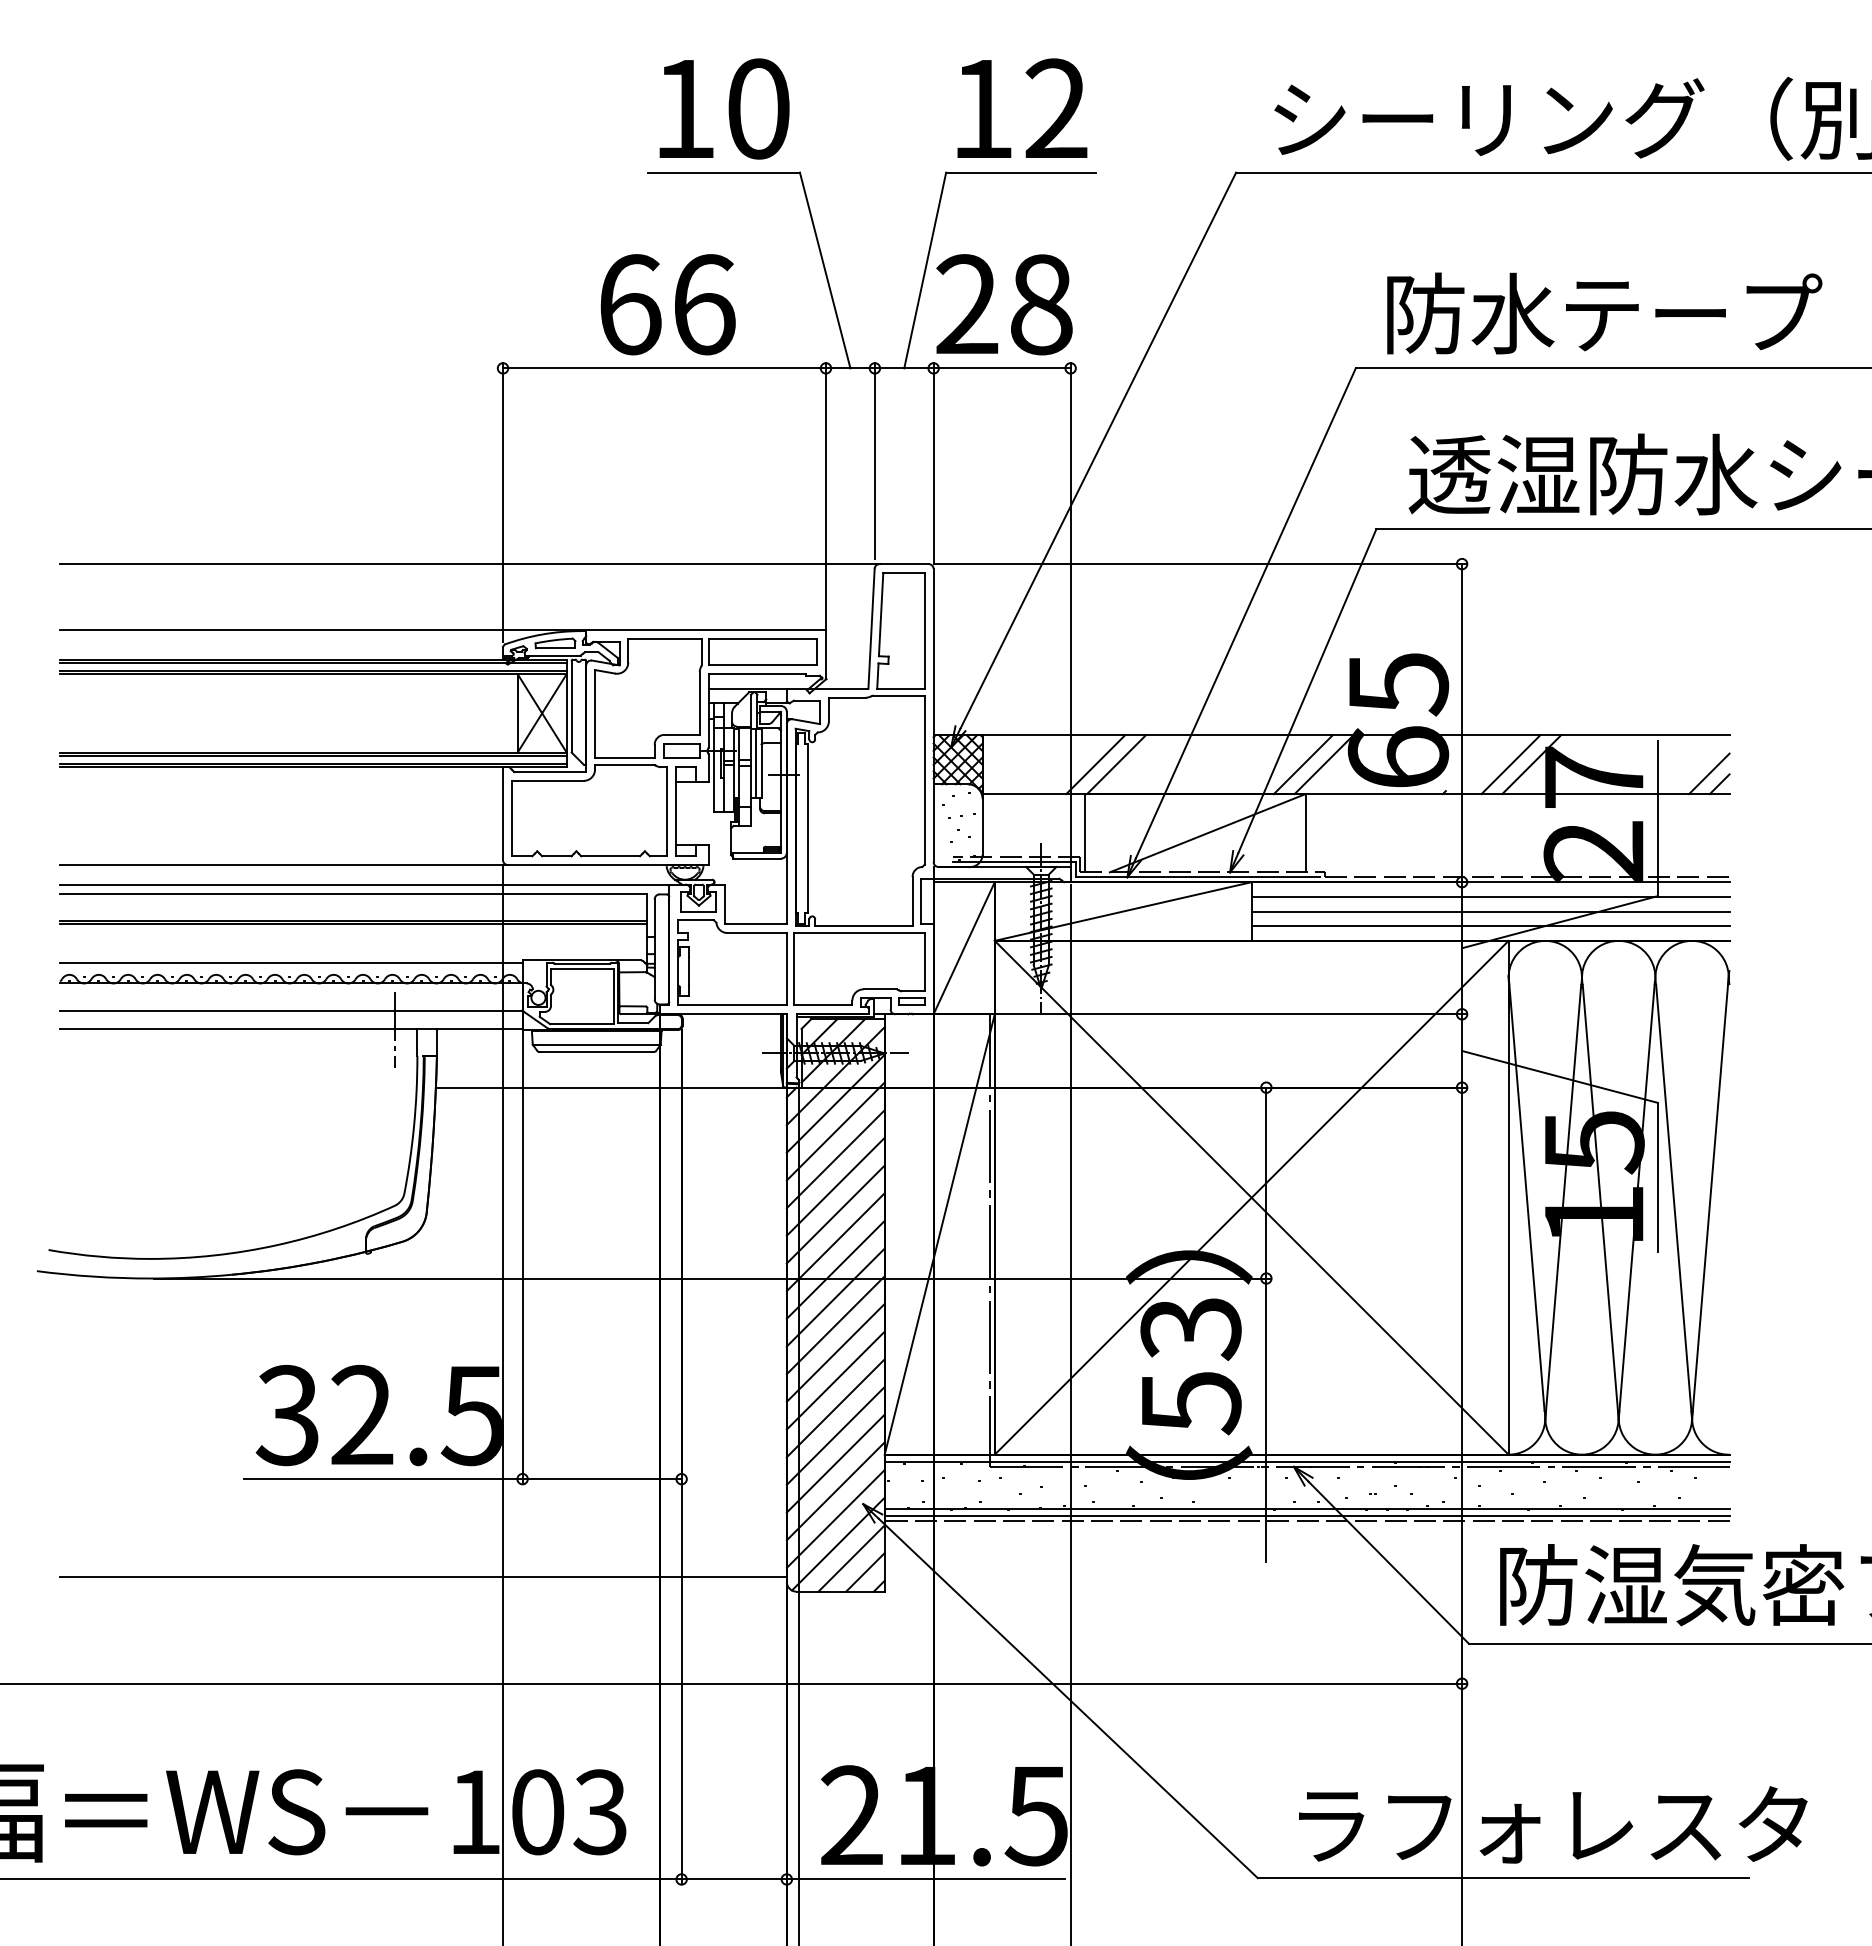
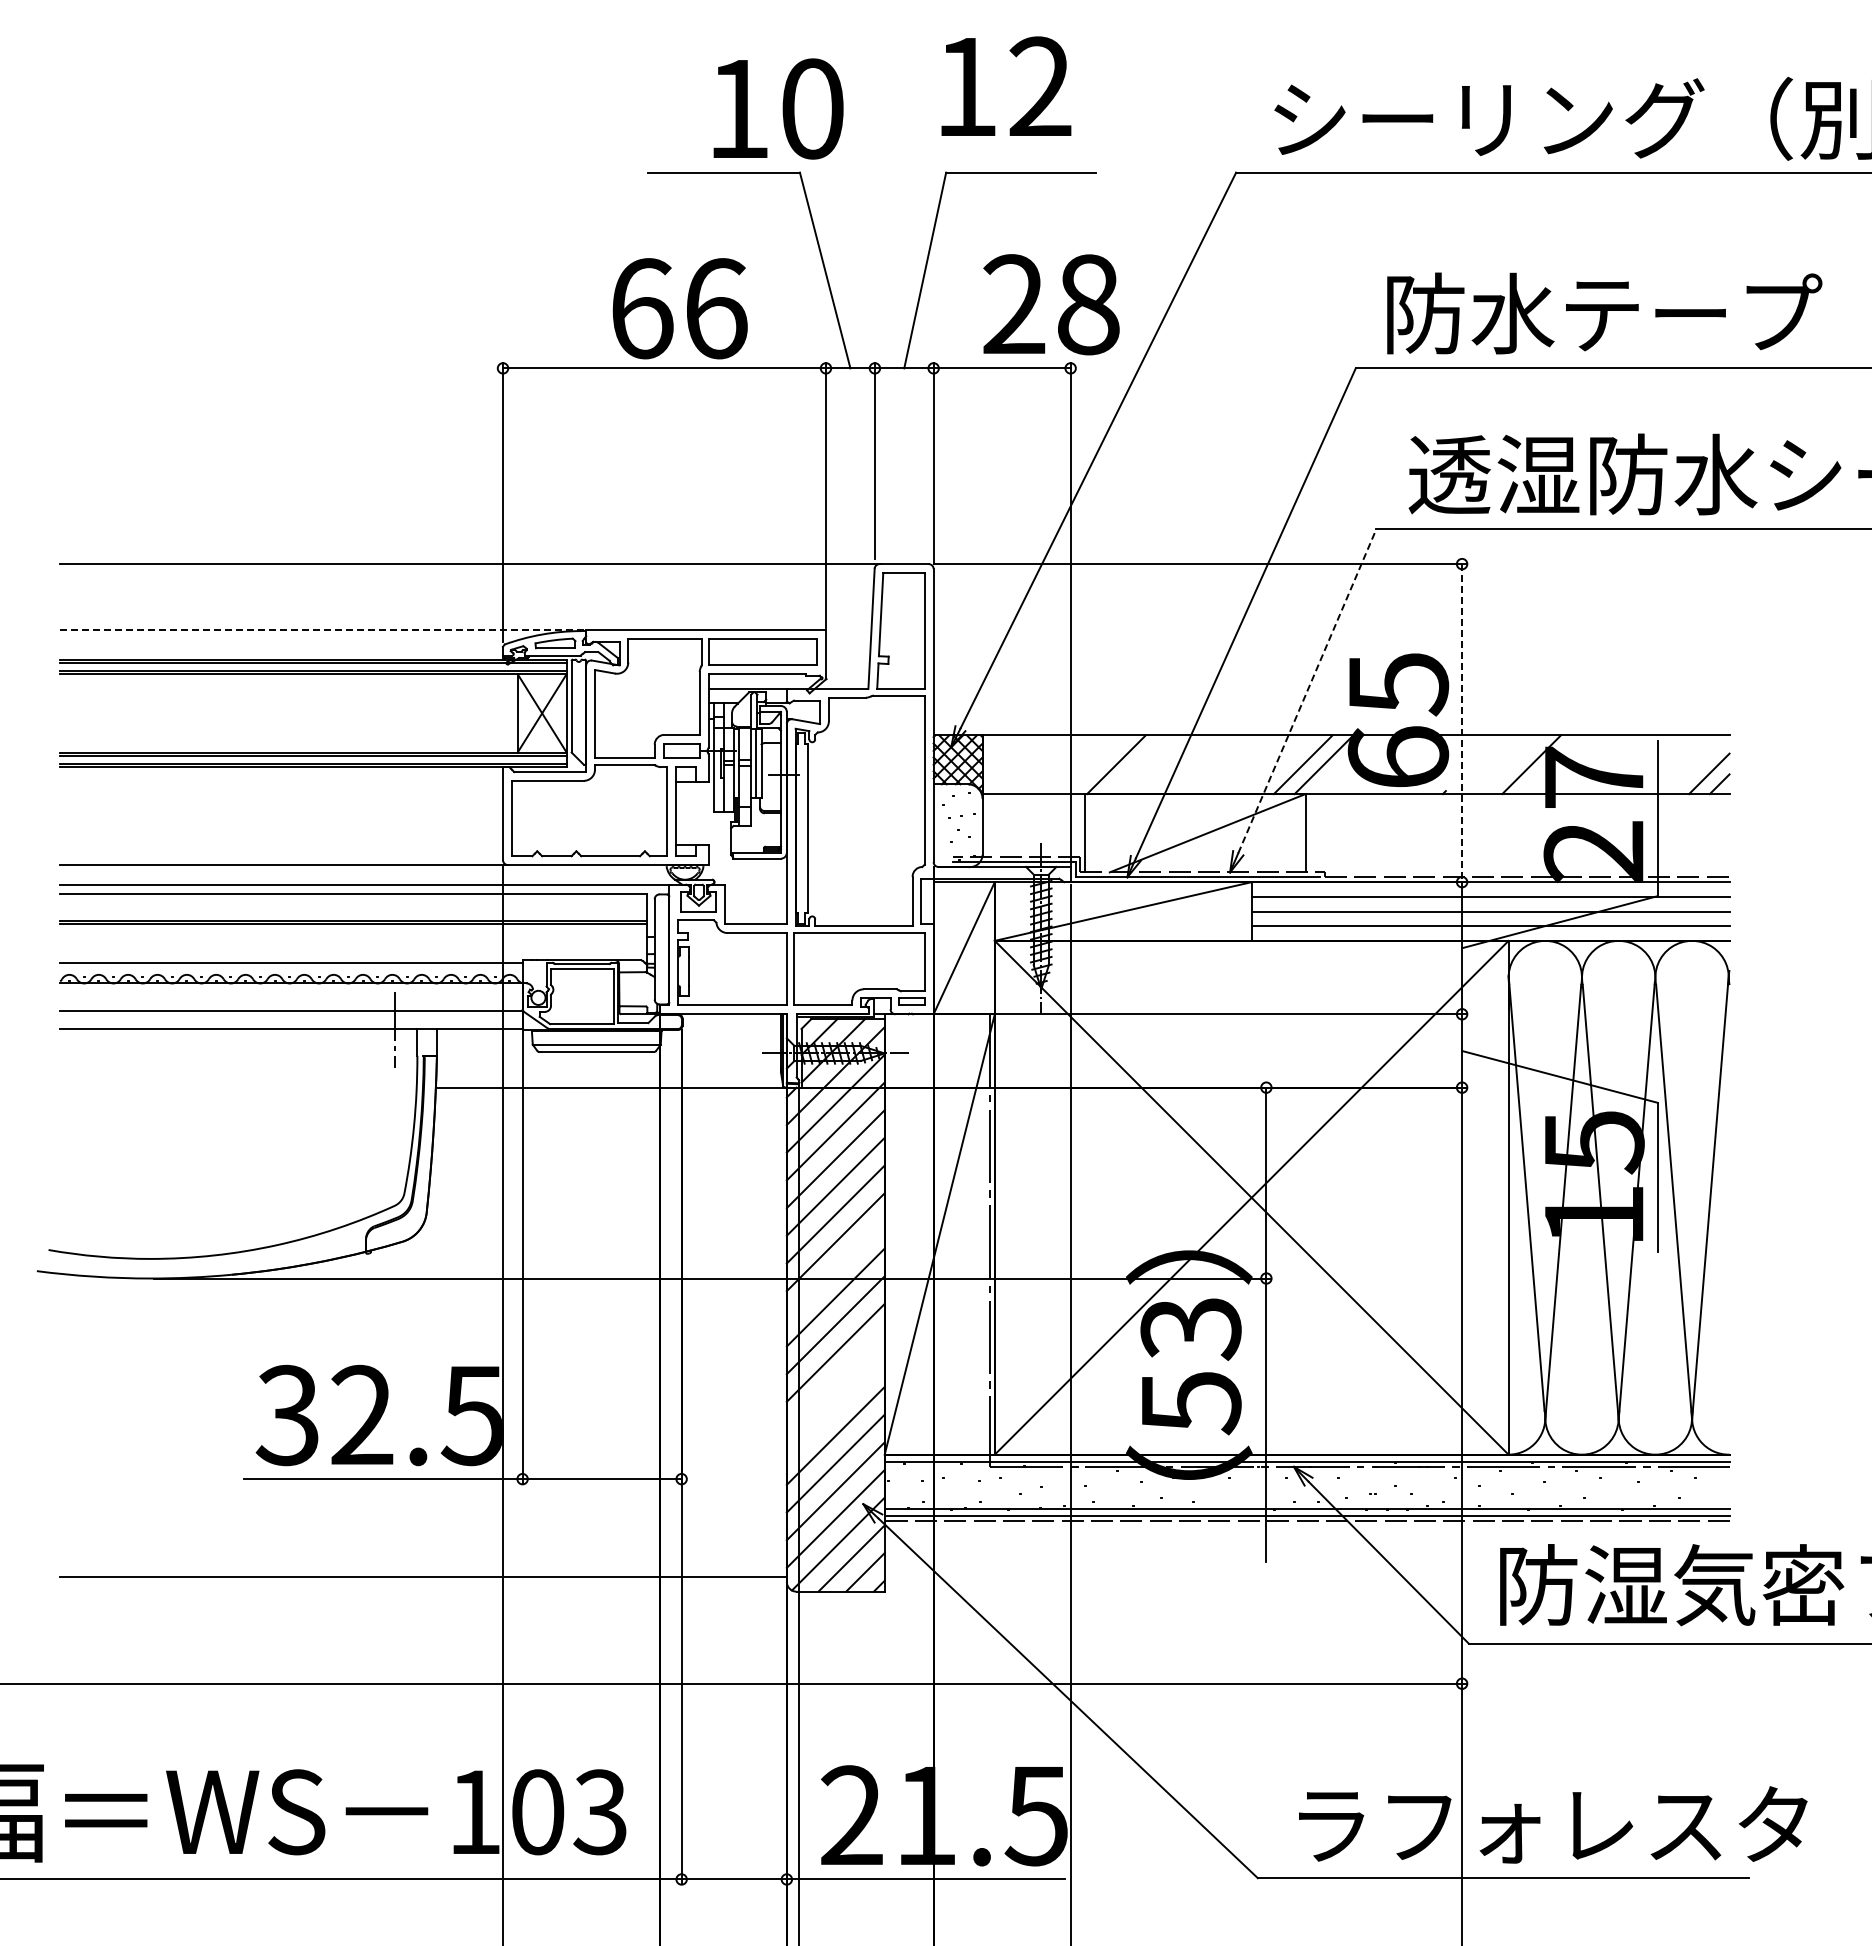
text at (1022, 107) position: (1022, 107) -> (1006, 85)
text at (724, 108) position: (724, 108) -> (778, 108)
text at (667, 304) position: (667, 304) -> (679, 308)
text at (1004, 304) position: (1004, 304) -> (1051, 304)
line at (324, 630): solid -> dashed
line at (1307, 690): solid -> dashed
line at (1462, 723): solid -> dashed
line at (1095, 764): present -> none
line at (1510, 764): present -> none
line at (835, 1269): present -> none
line at (835, 1380): present -> none
line at (835, 1408): present -> none
